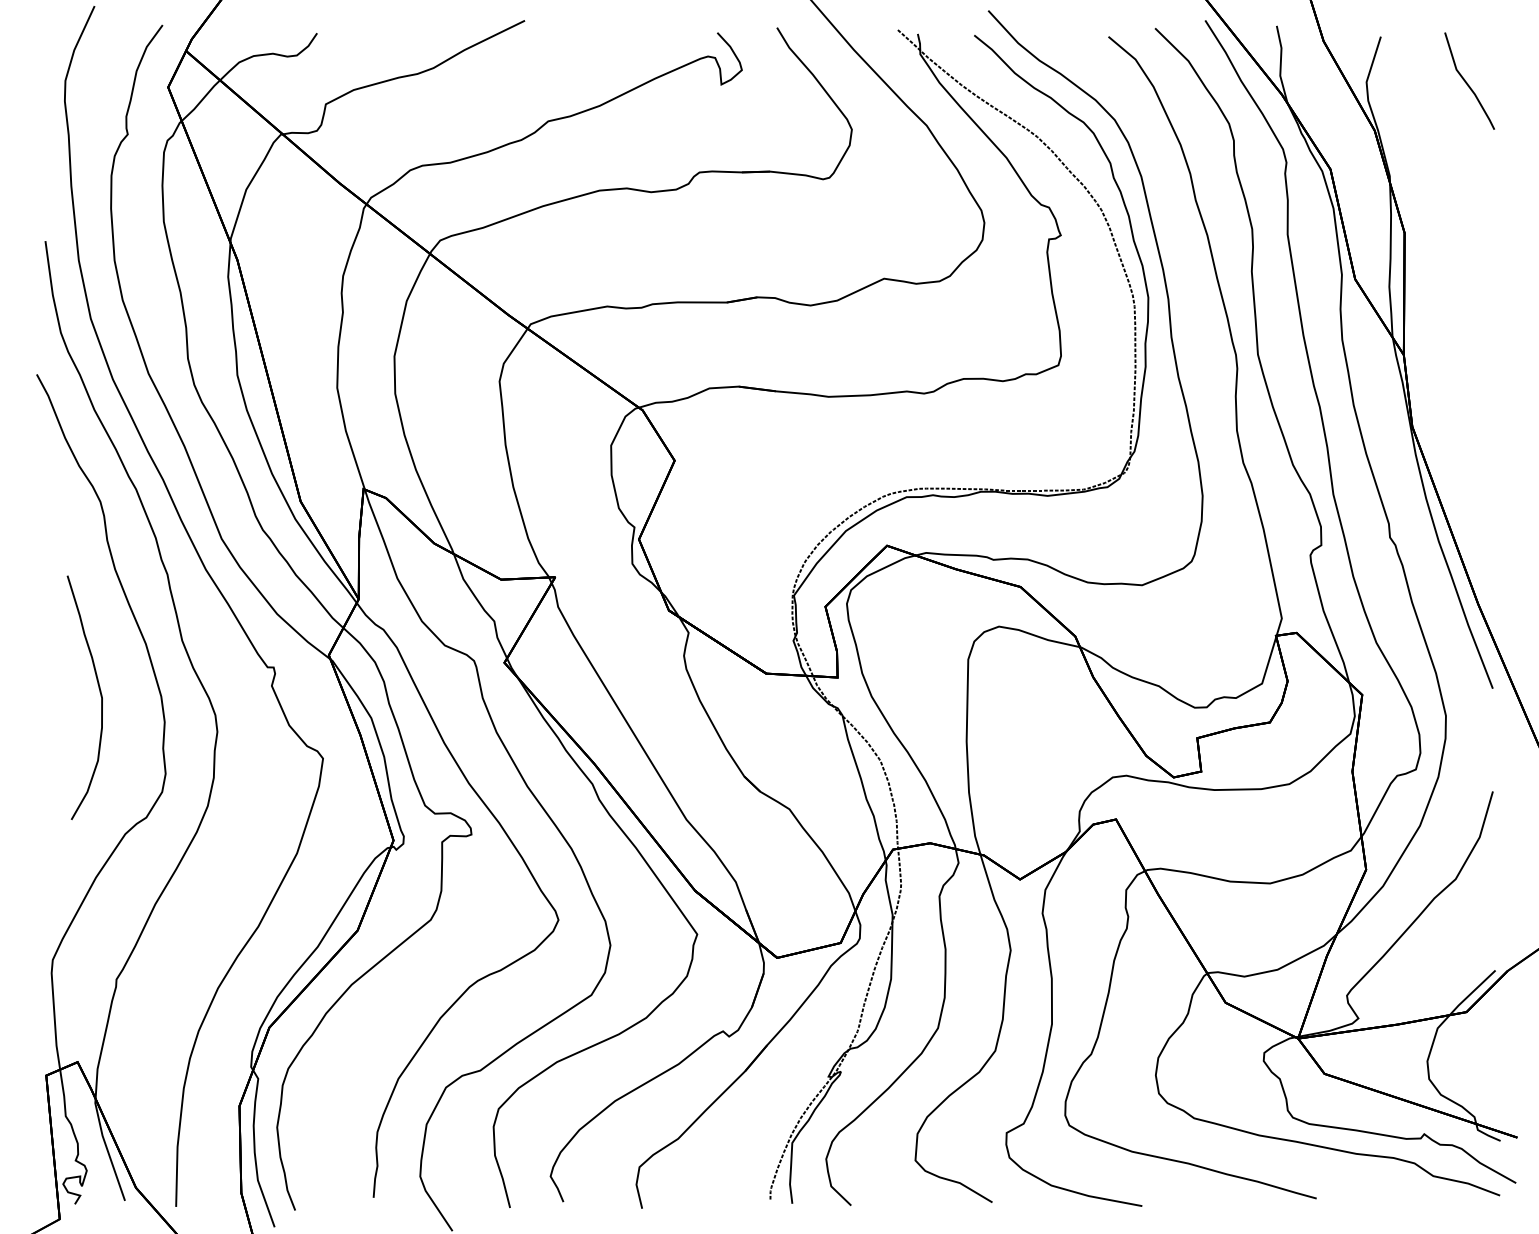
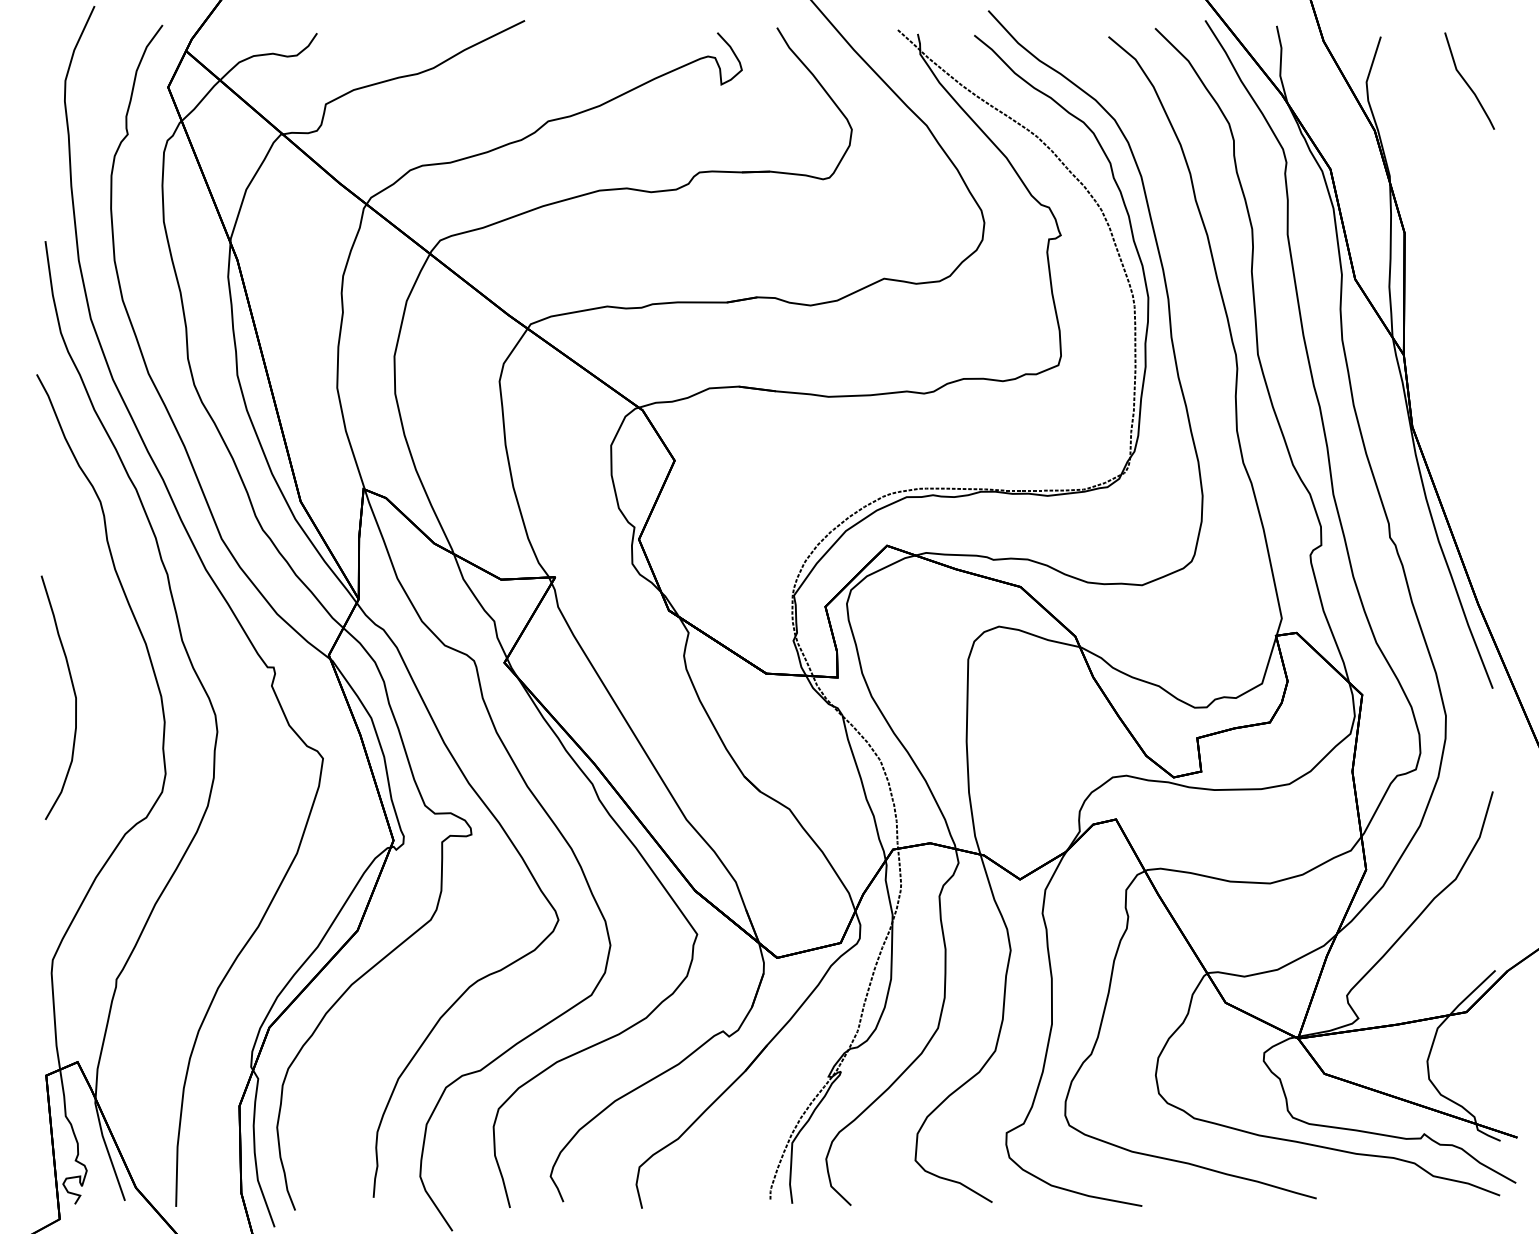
part at (99, 692) position: (99, 692) -> (73, 692)
